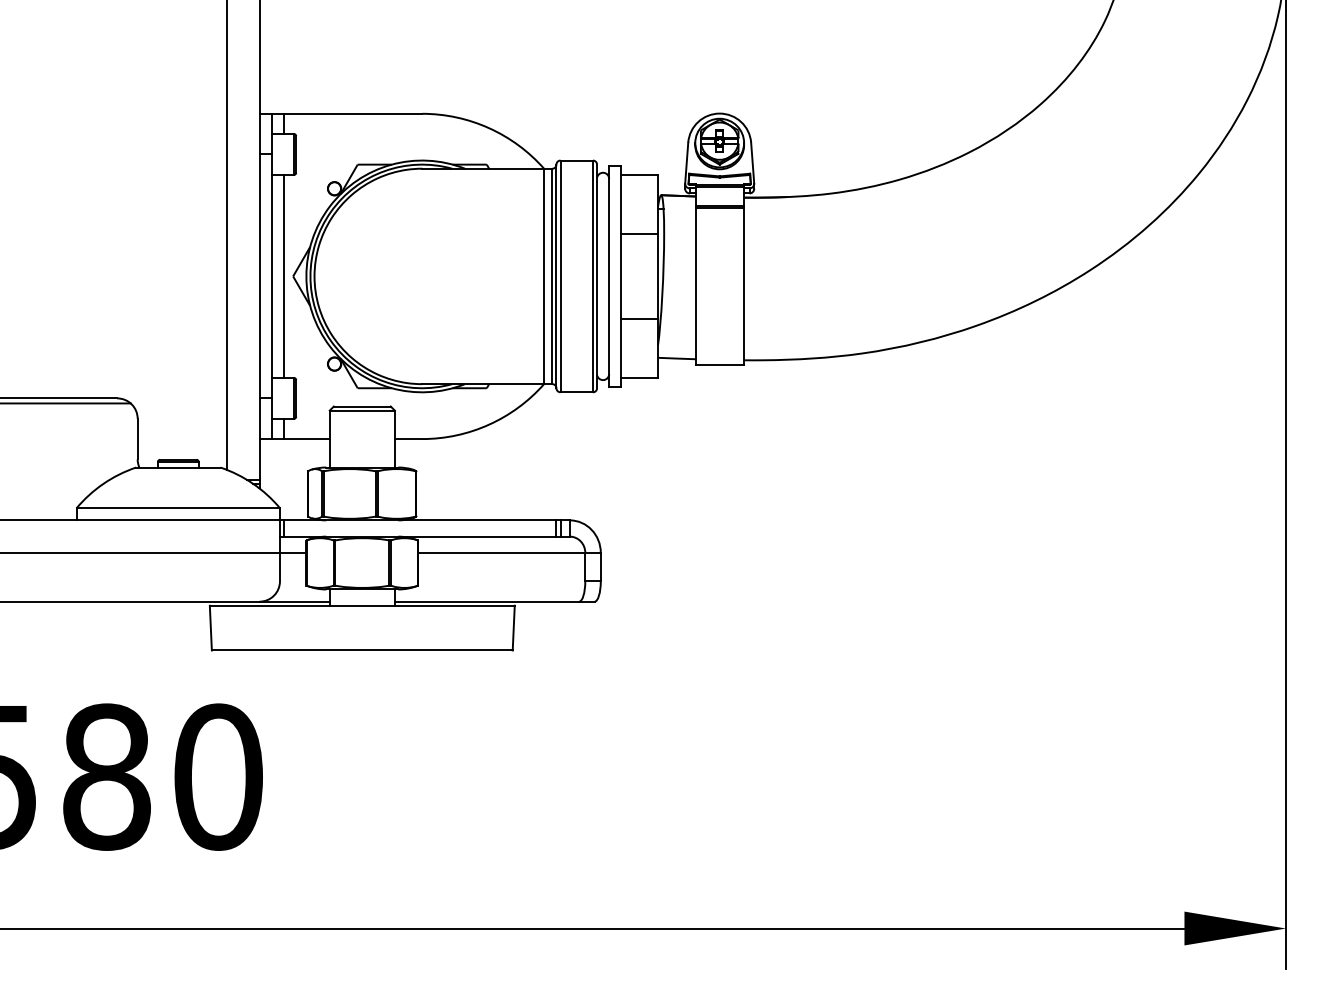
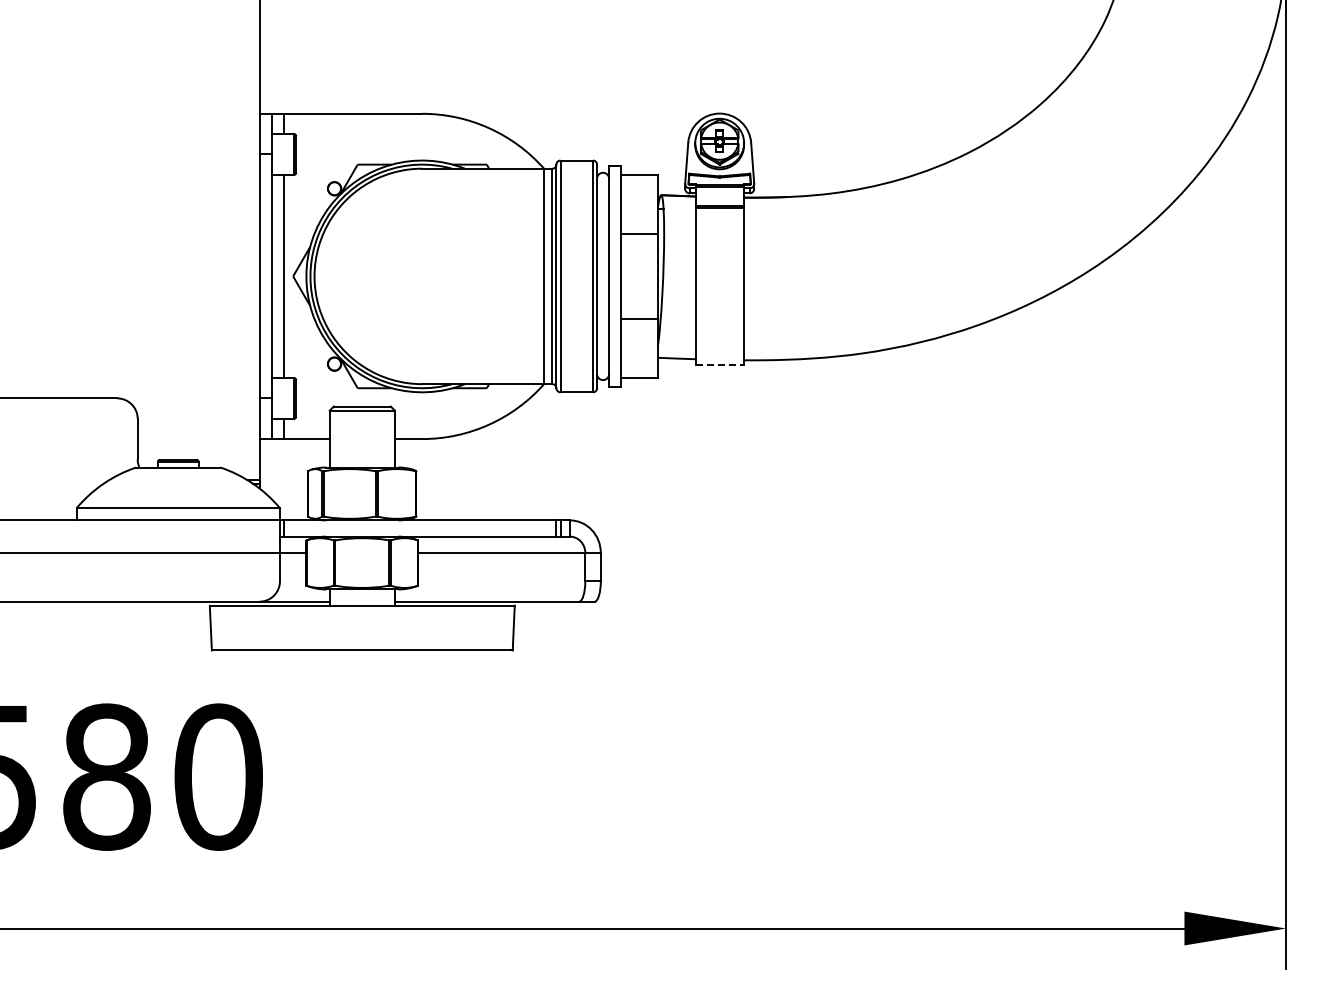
line at (227, 235): present -> none
line at (720, 364): solid -> dashed
line at (66, 403): present -> none
